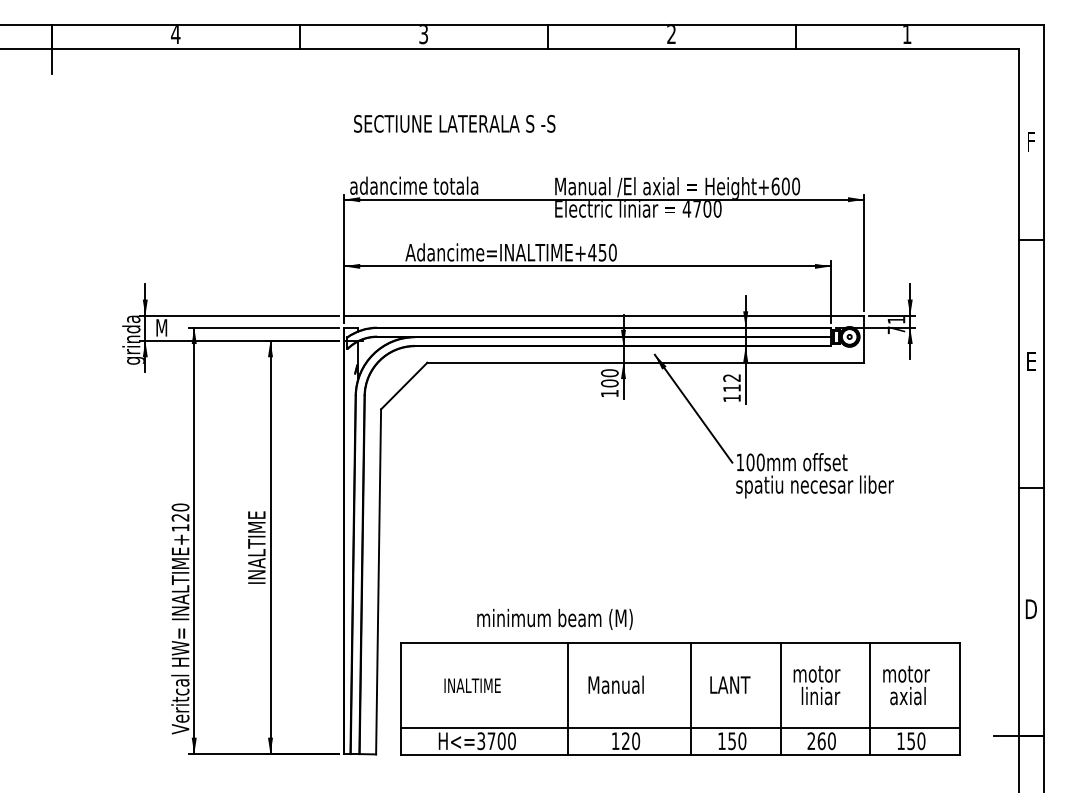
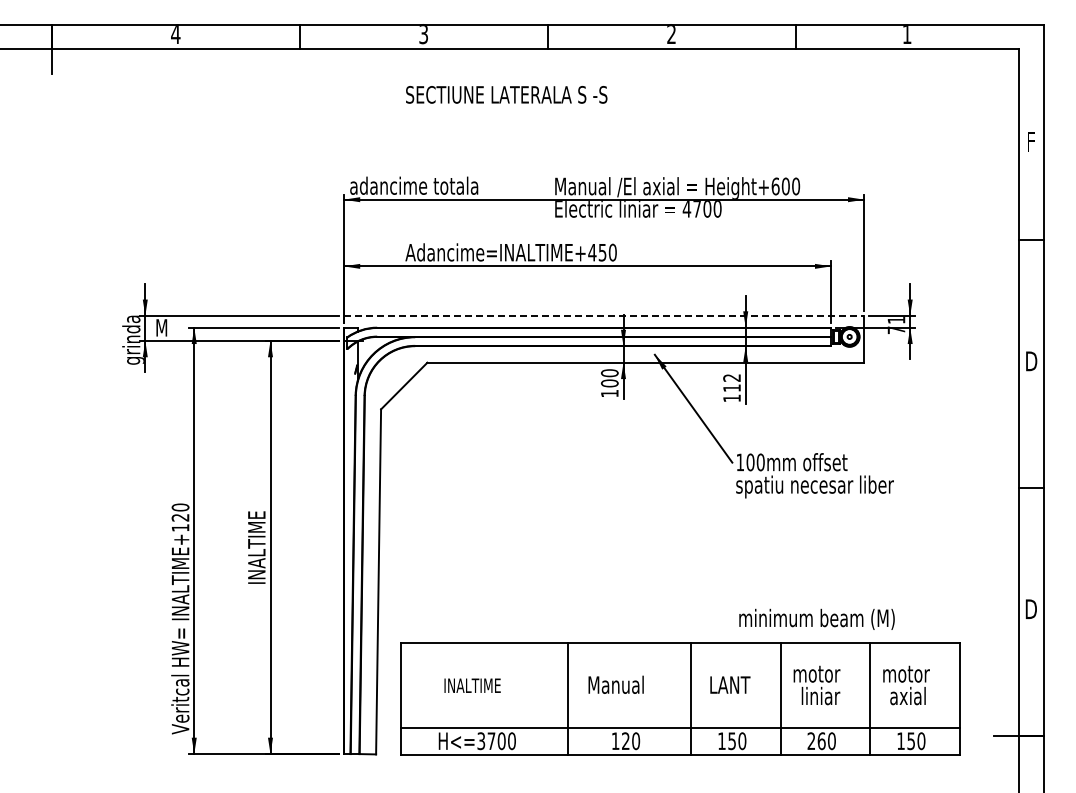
text at (454, 123) position: (454, 123) -> (506, 94)
line at (604, 315): solid -> dashed
text at (1031, 361): E -> D
text at (554, 618) position: (554, 618) -> (816, 618)
